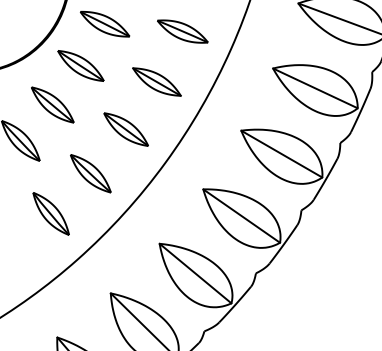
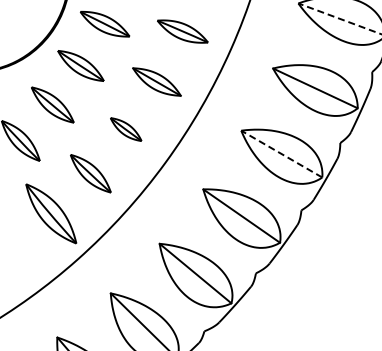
line at (339, 18): solid -> dashed
part at (125, 129) size: 46x35 px -> 33x25 px
line at (281, 154): solid -> dashed
part at (50, 213) size: 38x44 px -> 53x62 px
